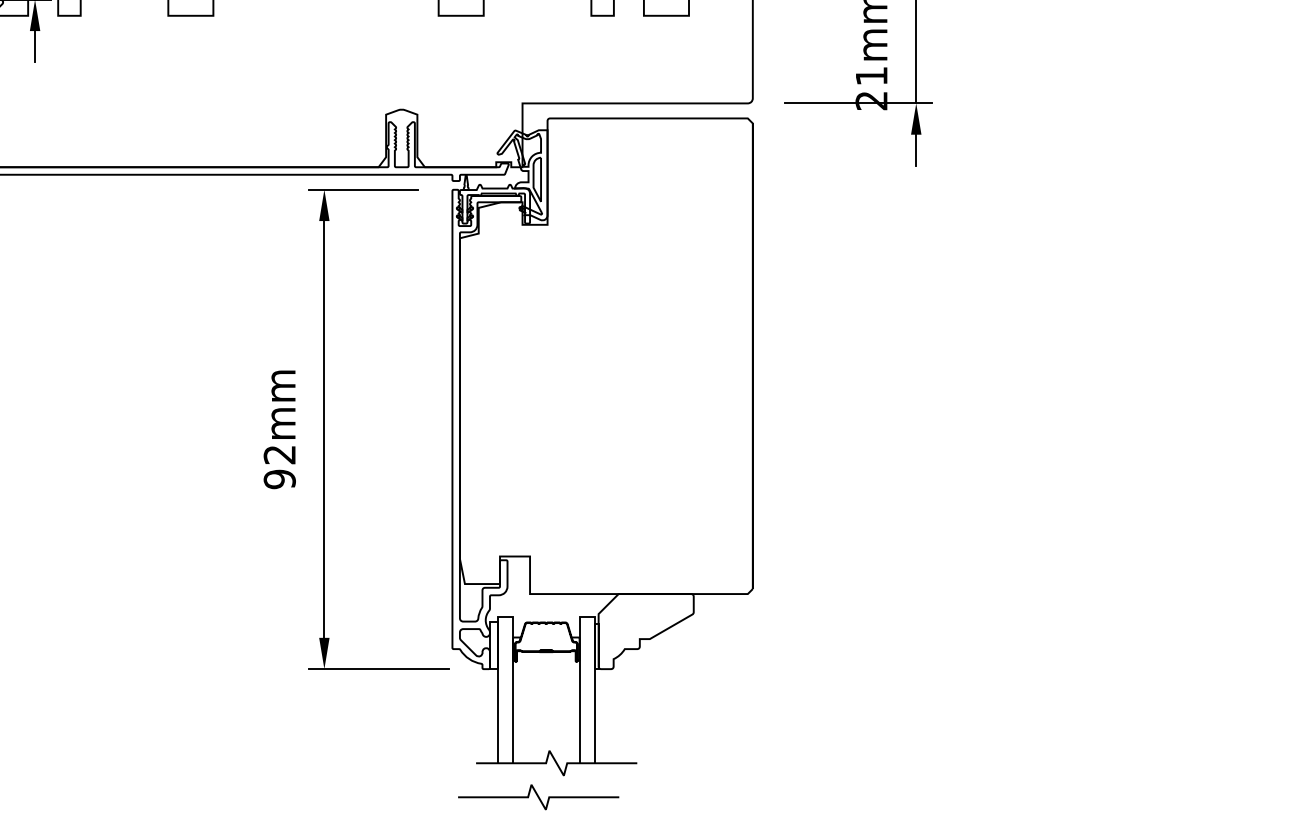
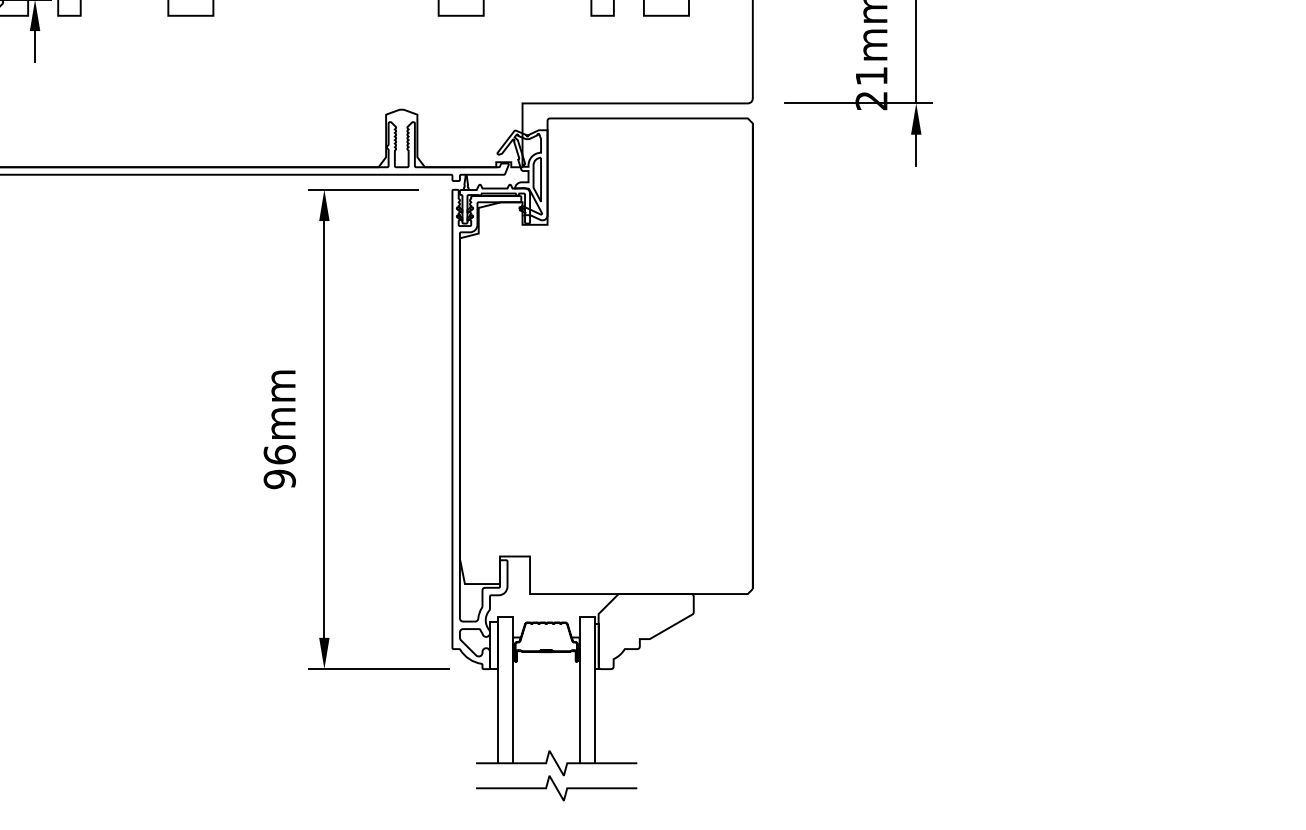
text at (279, 454): 92mm -> 96mm
curve at (538, 797) position: (538, 797) -> (556, 788)
